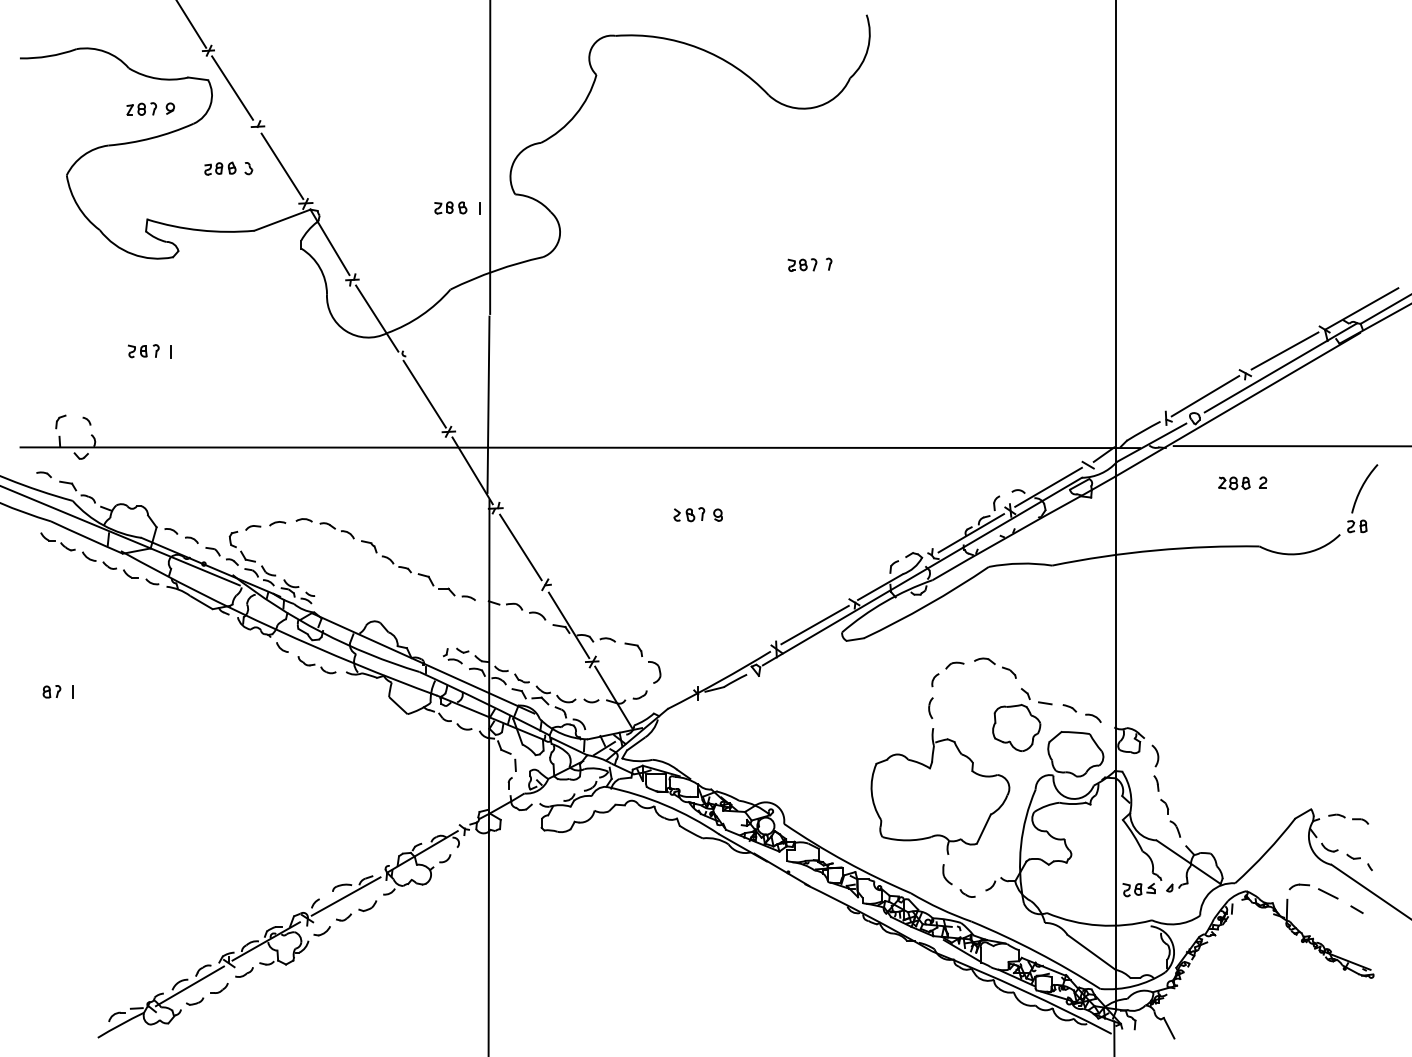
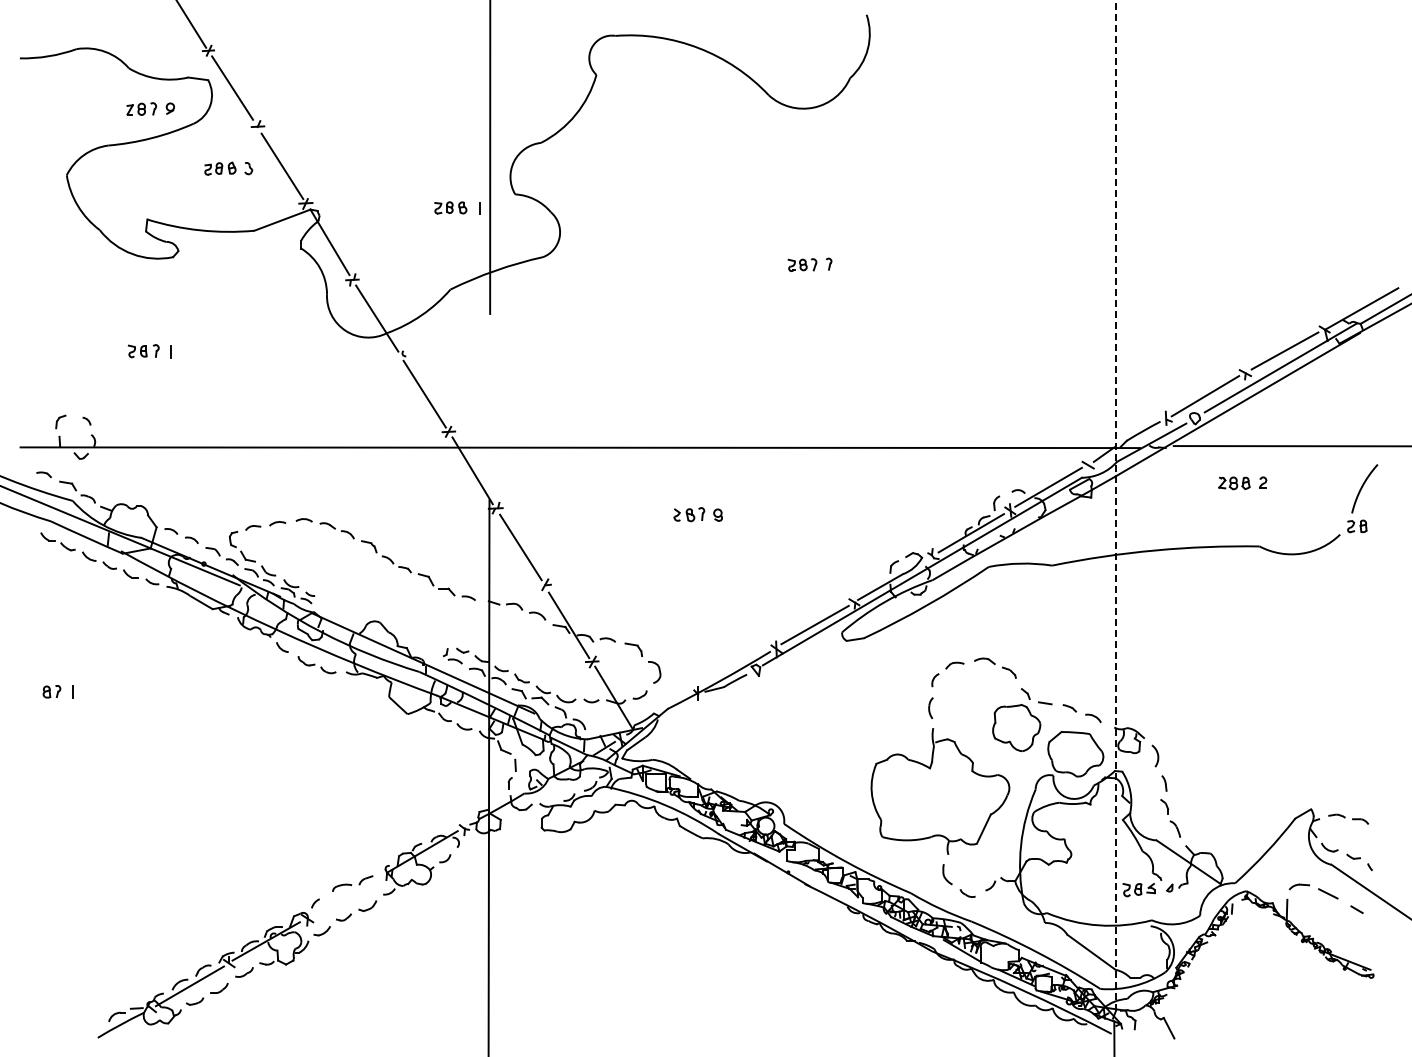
line at (488, 404): present -> none
line at (1116, 505): solid -> dashed
part at (1156, 783) position: (1156, 783) -> (1164, 783)
line at (345, 896): present -> none
